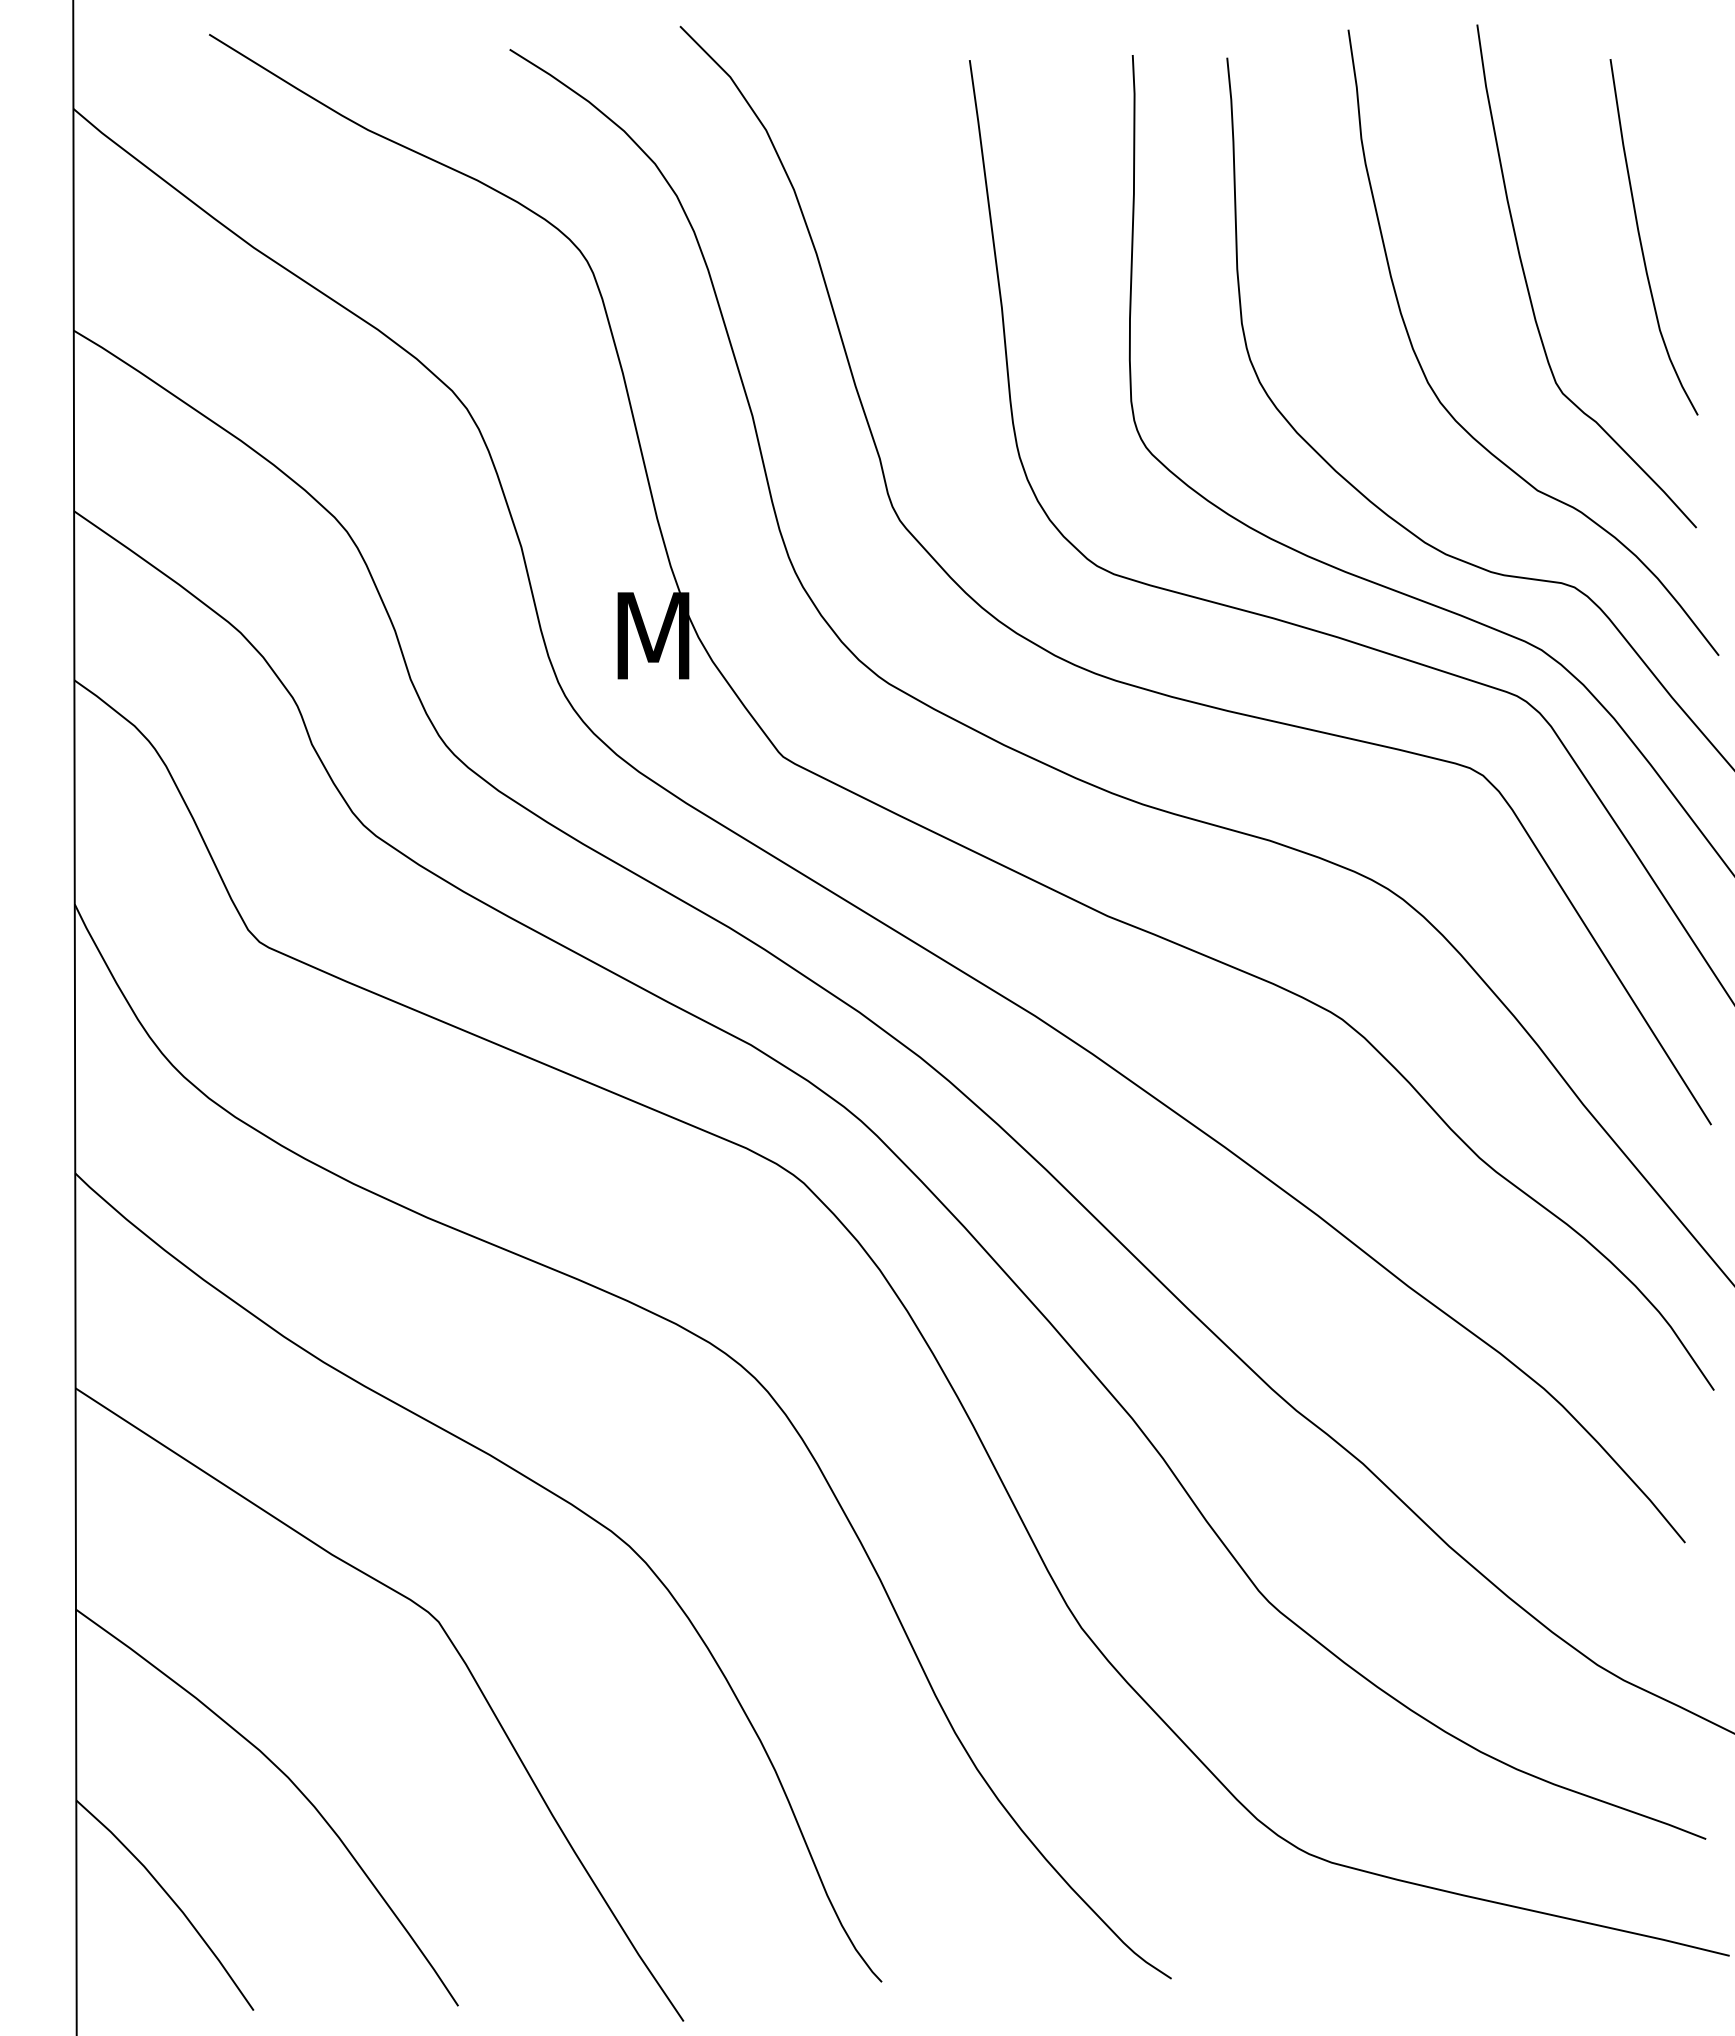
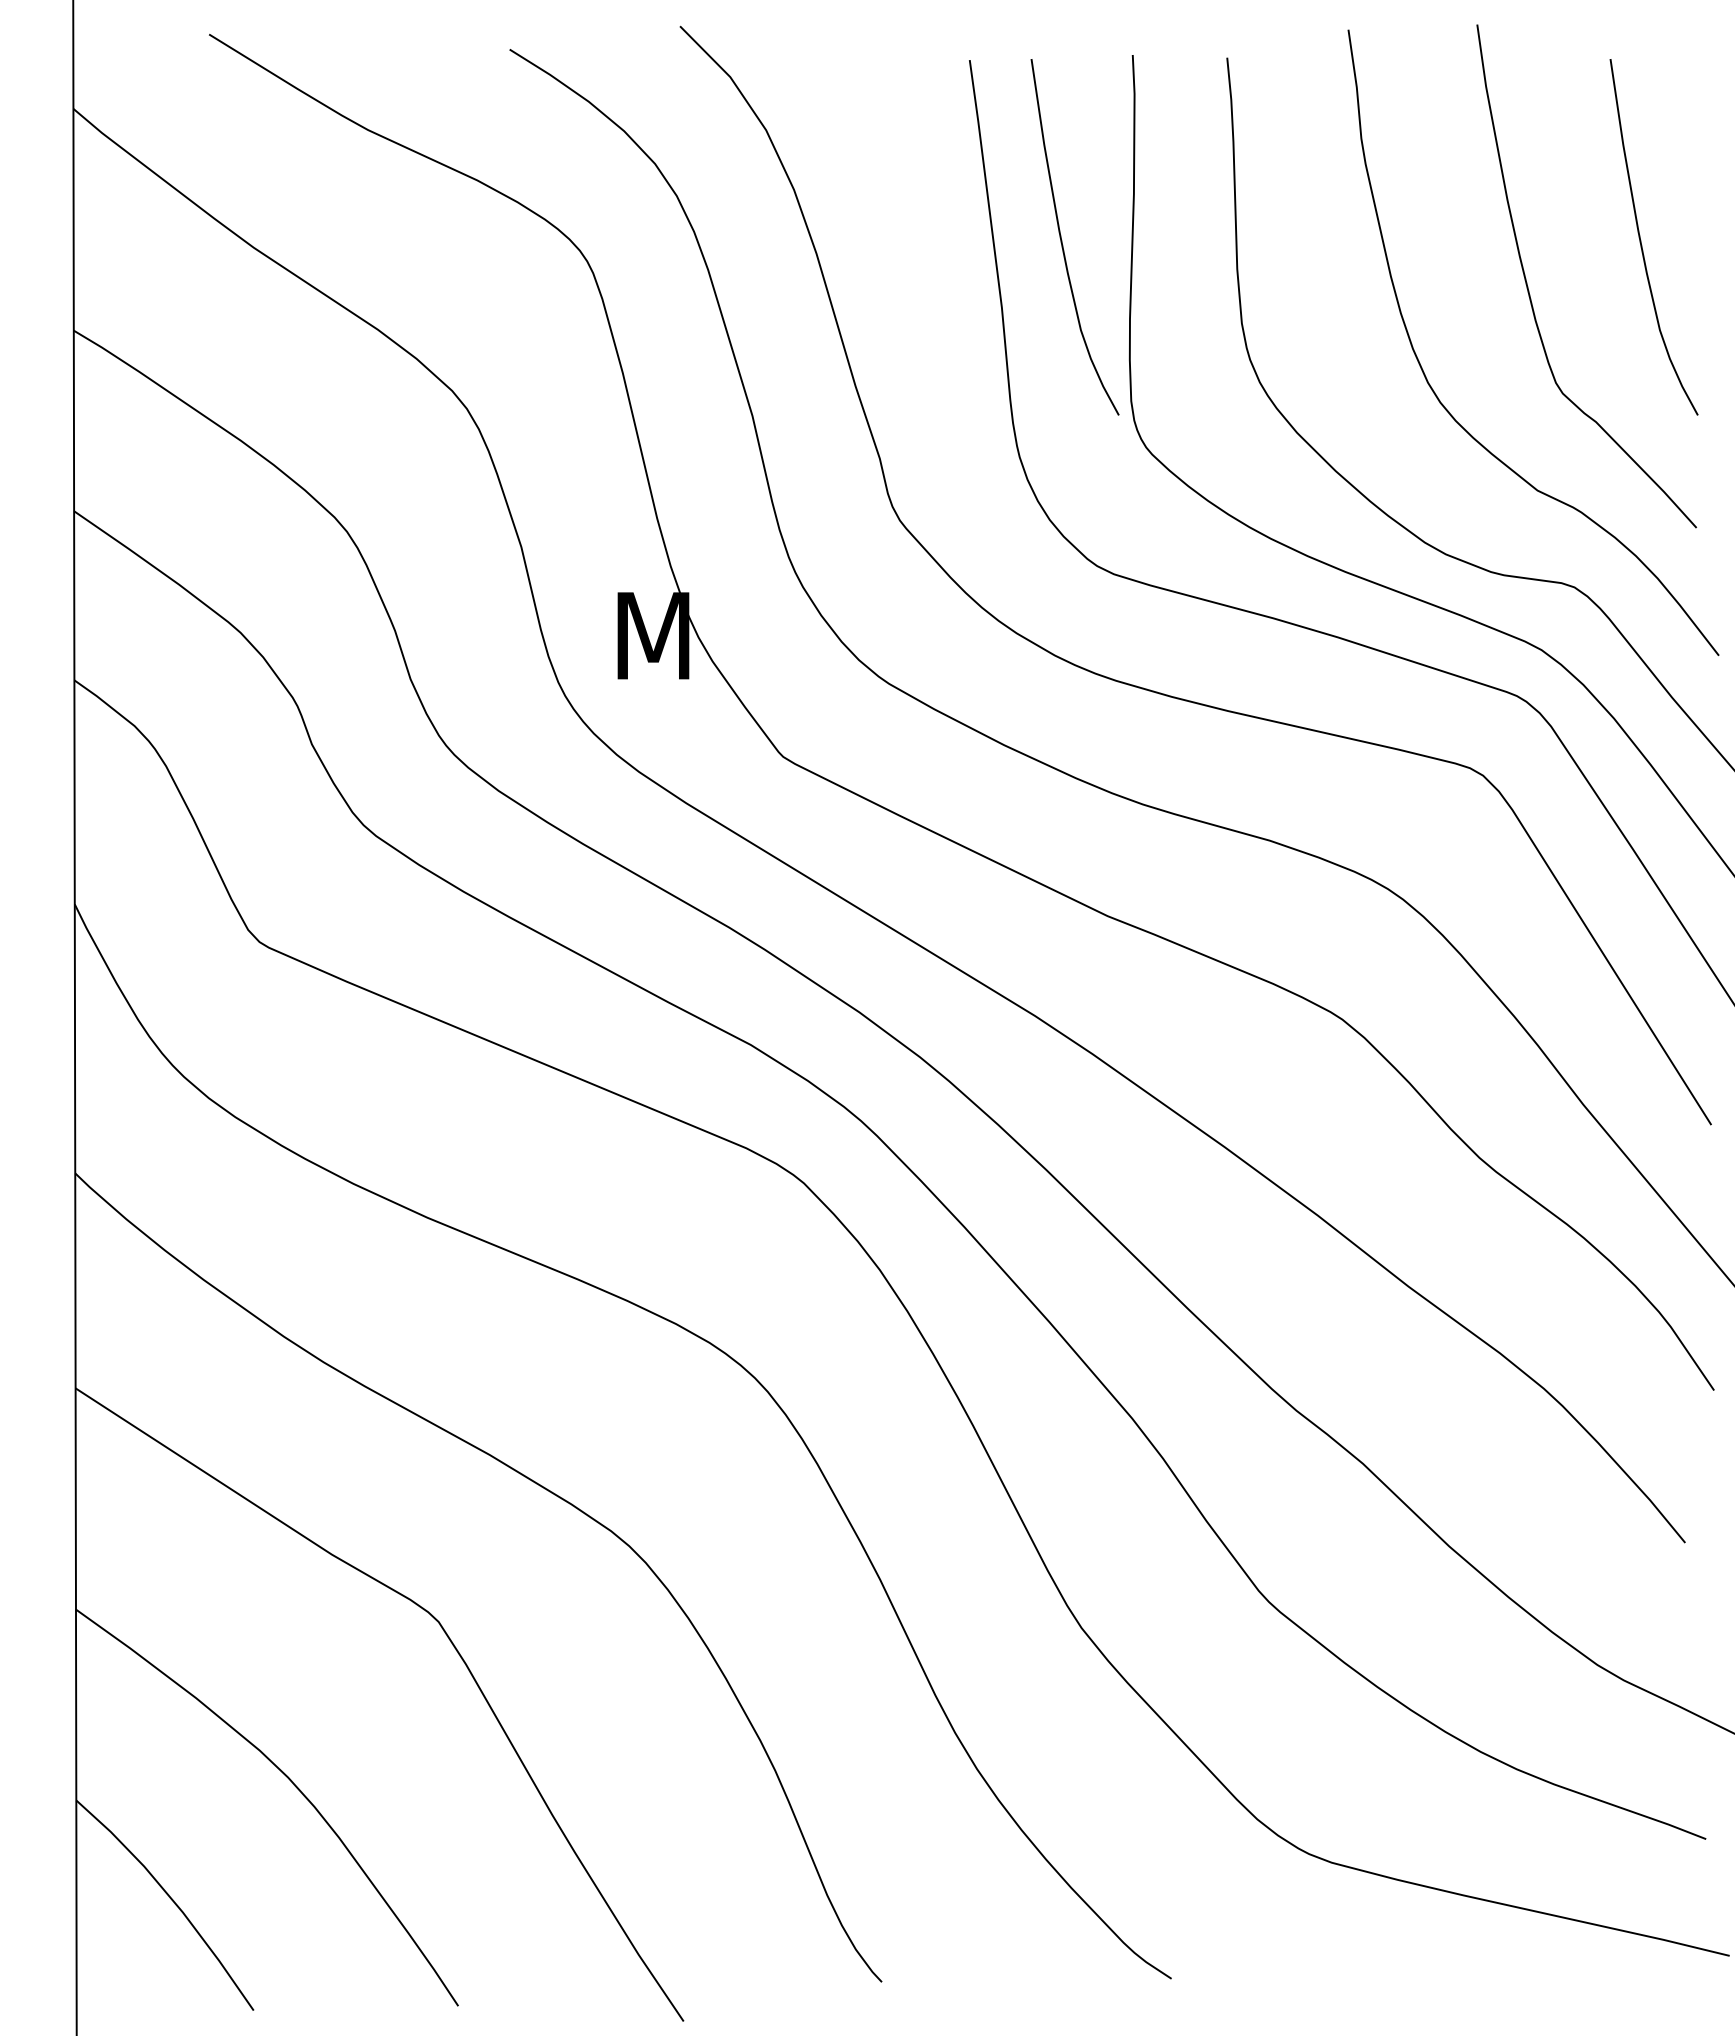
curve at (1062, 240): none -> present
